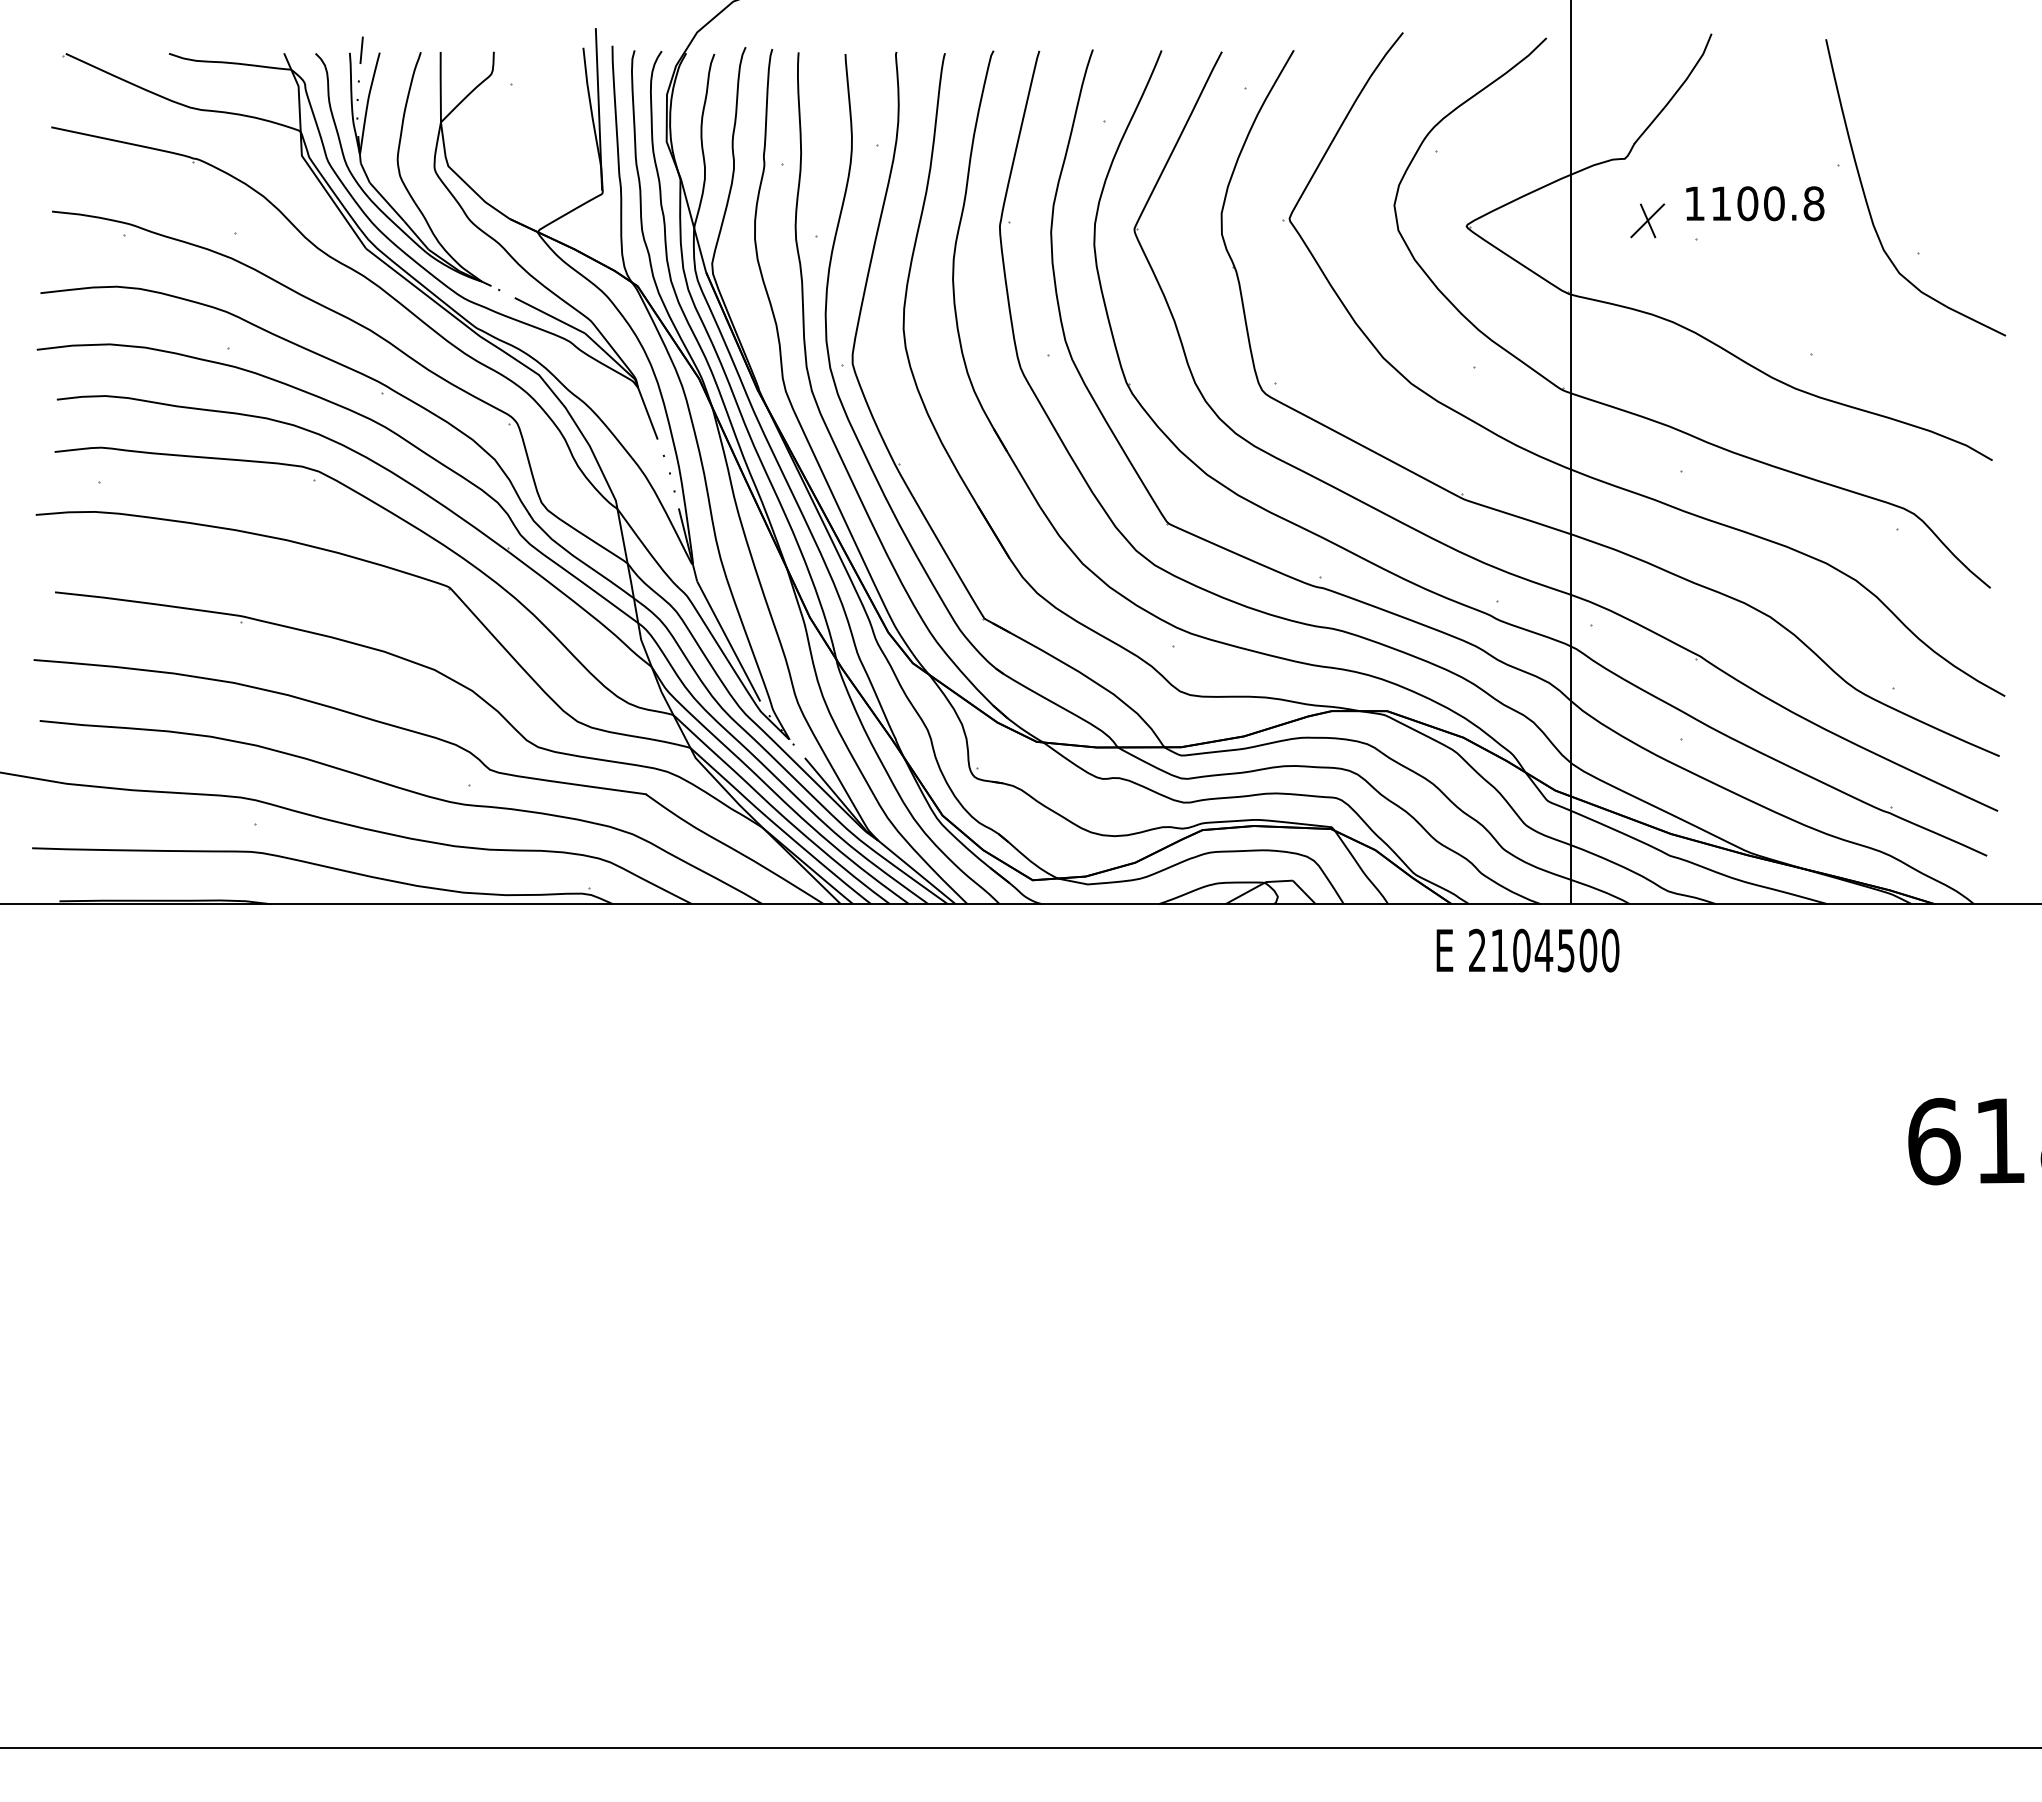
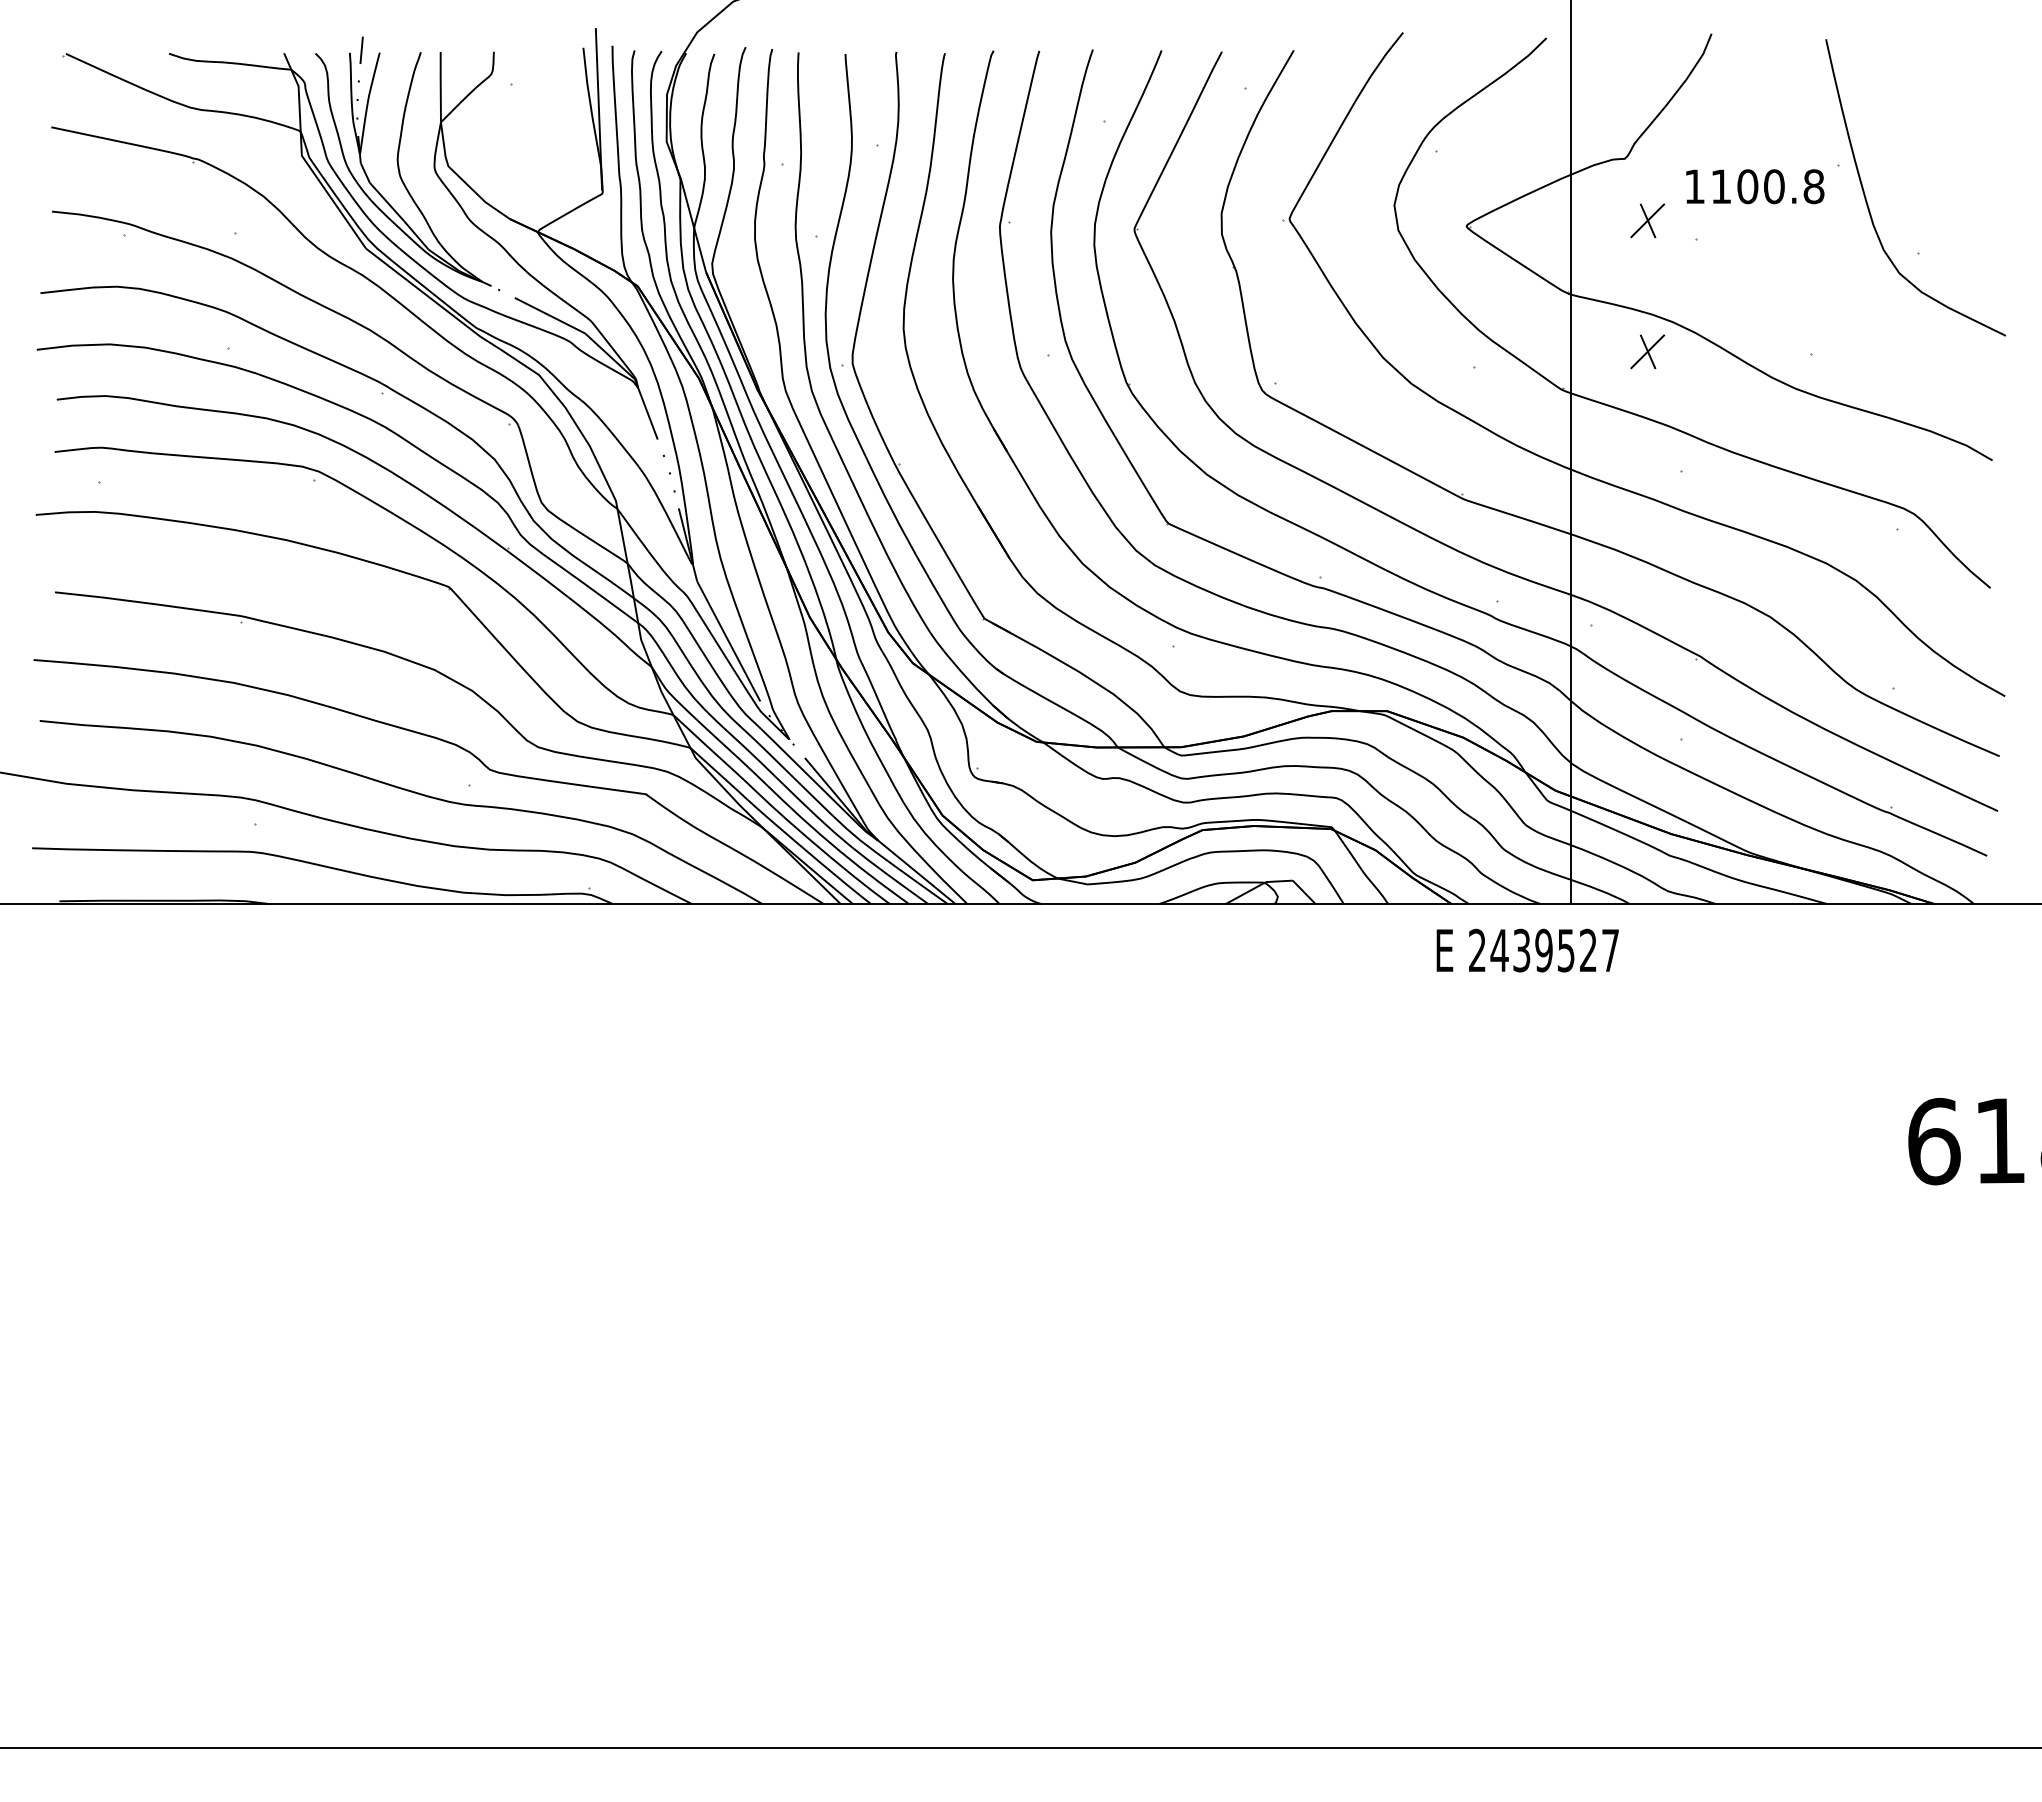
text at (1755, 203) position: (1755, 203) -> (1755, 186)
part at (1647, 351): none -> present
text at (1554, 950): 2104500 -> 2439527
